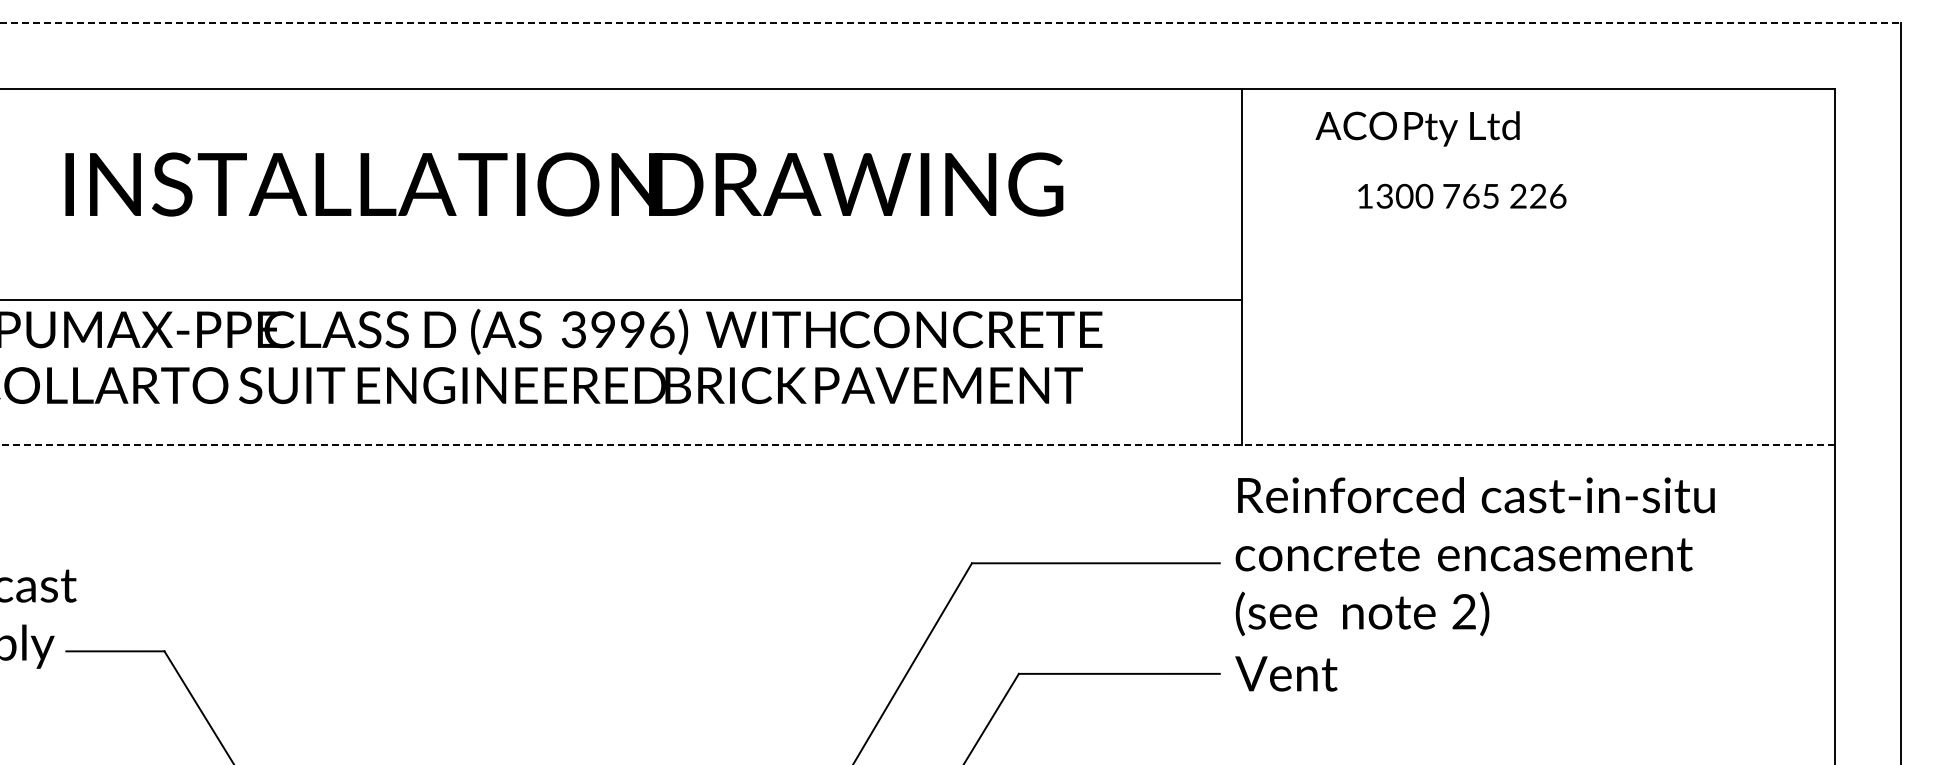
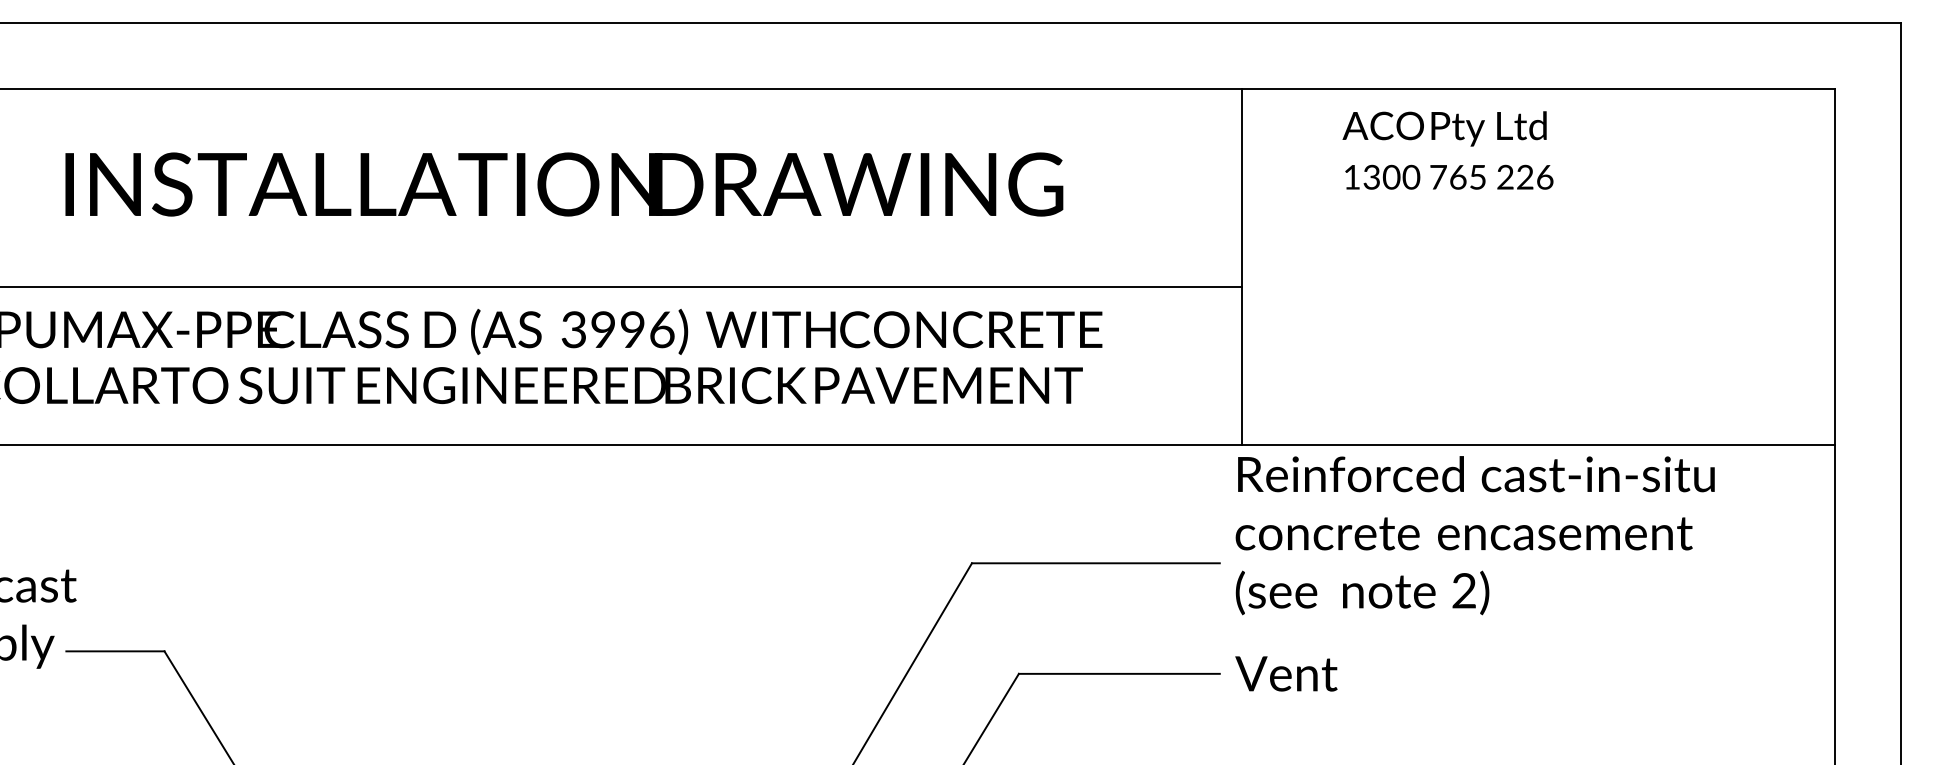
line at (951, 22): dashed -> solid
text at (1417, 128) position: (1417, 128) -> (1444, 128)
text at (1462, 195) position: (1462, 195) -> (1449, 176)
line at (621, 299) position: (621, 299) -> (621, 286)
line at (917, 444): dashed -> solid
text at (1474, 556) position: (1474, 556) -> (1474, 535)
